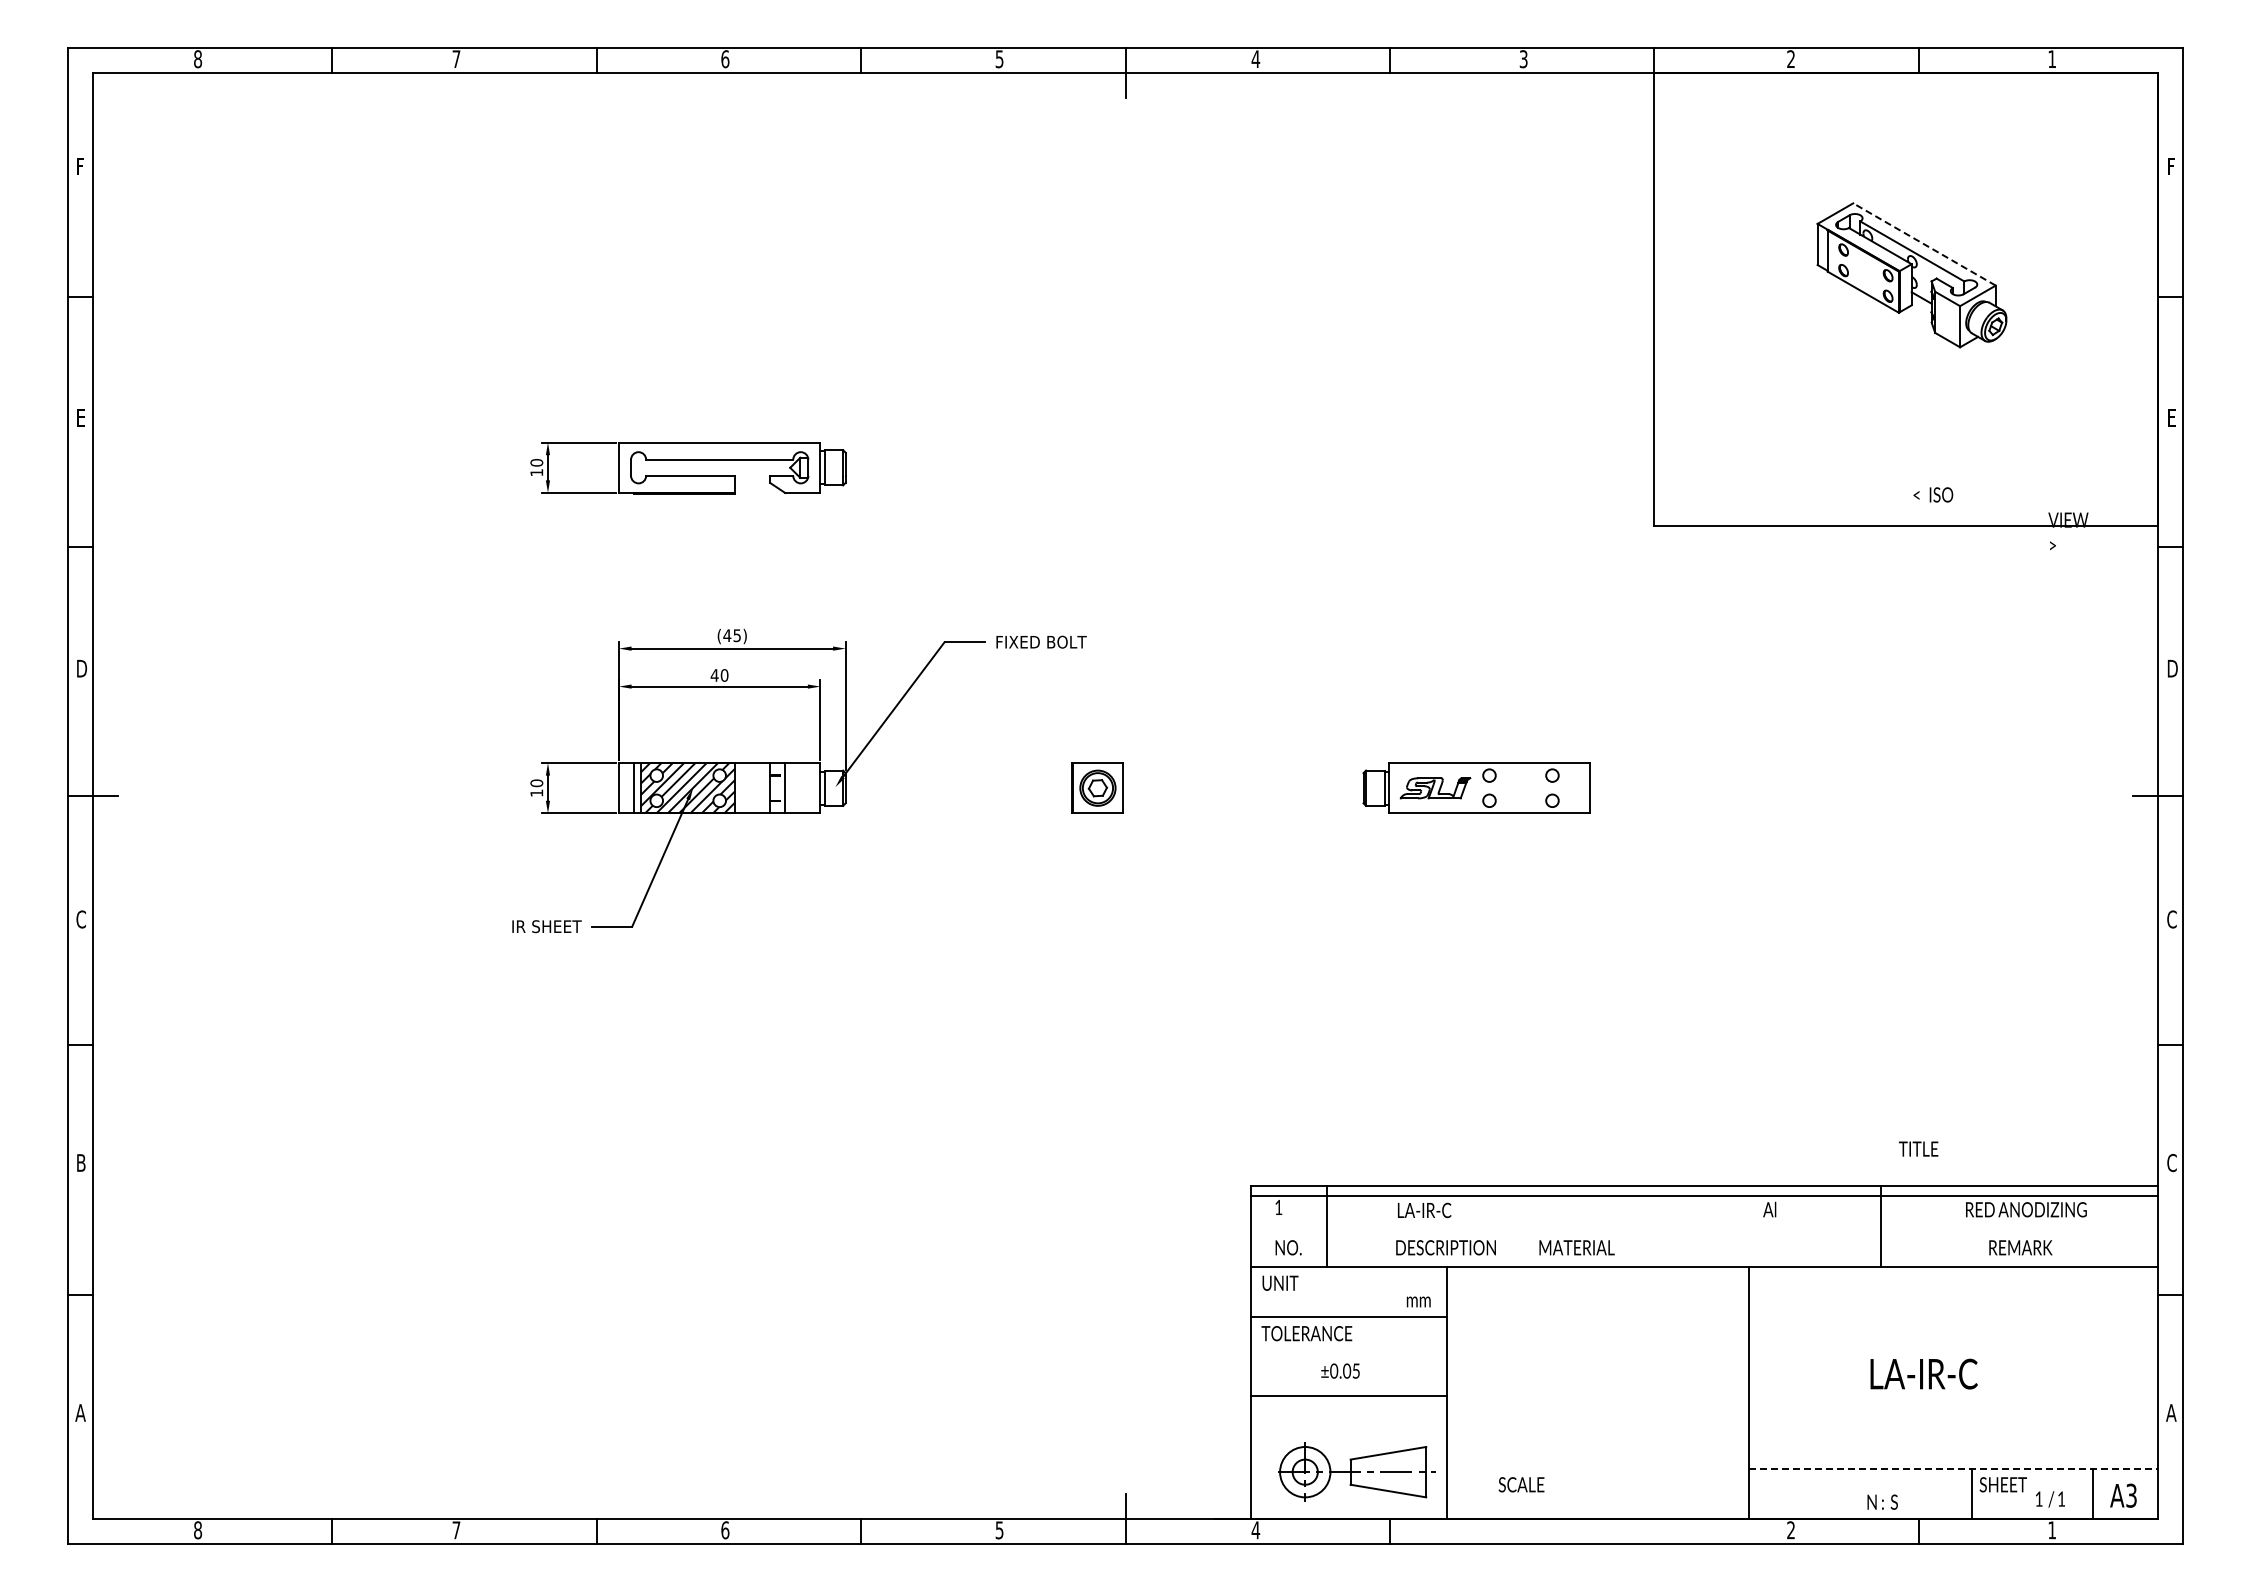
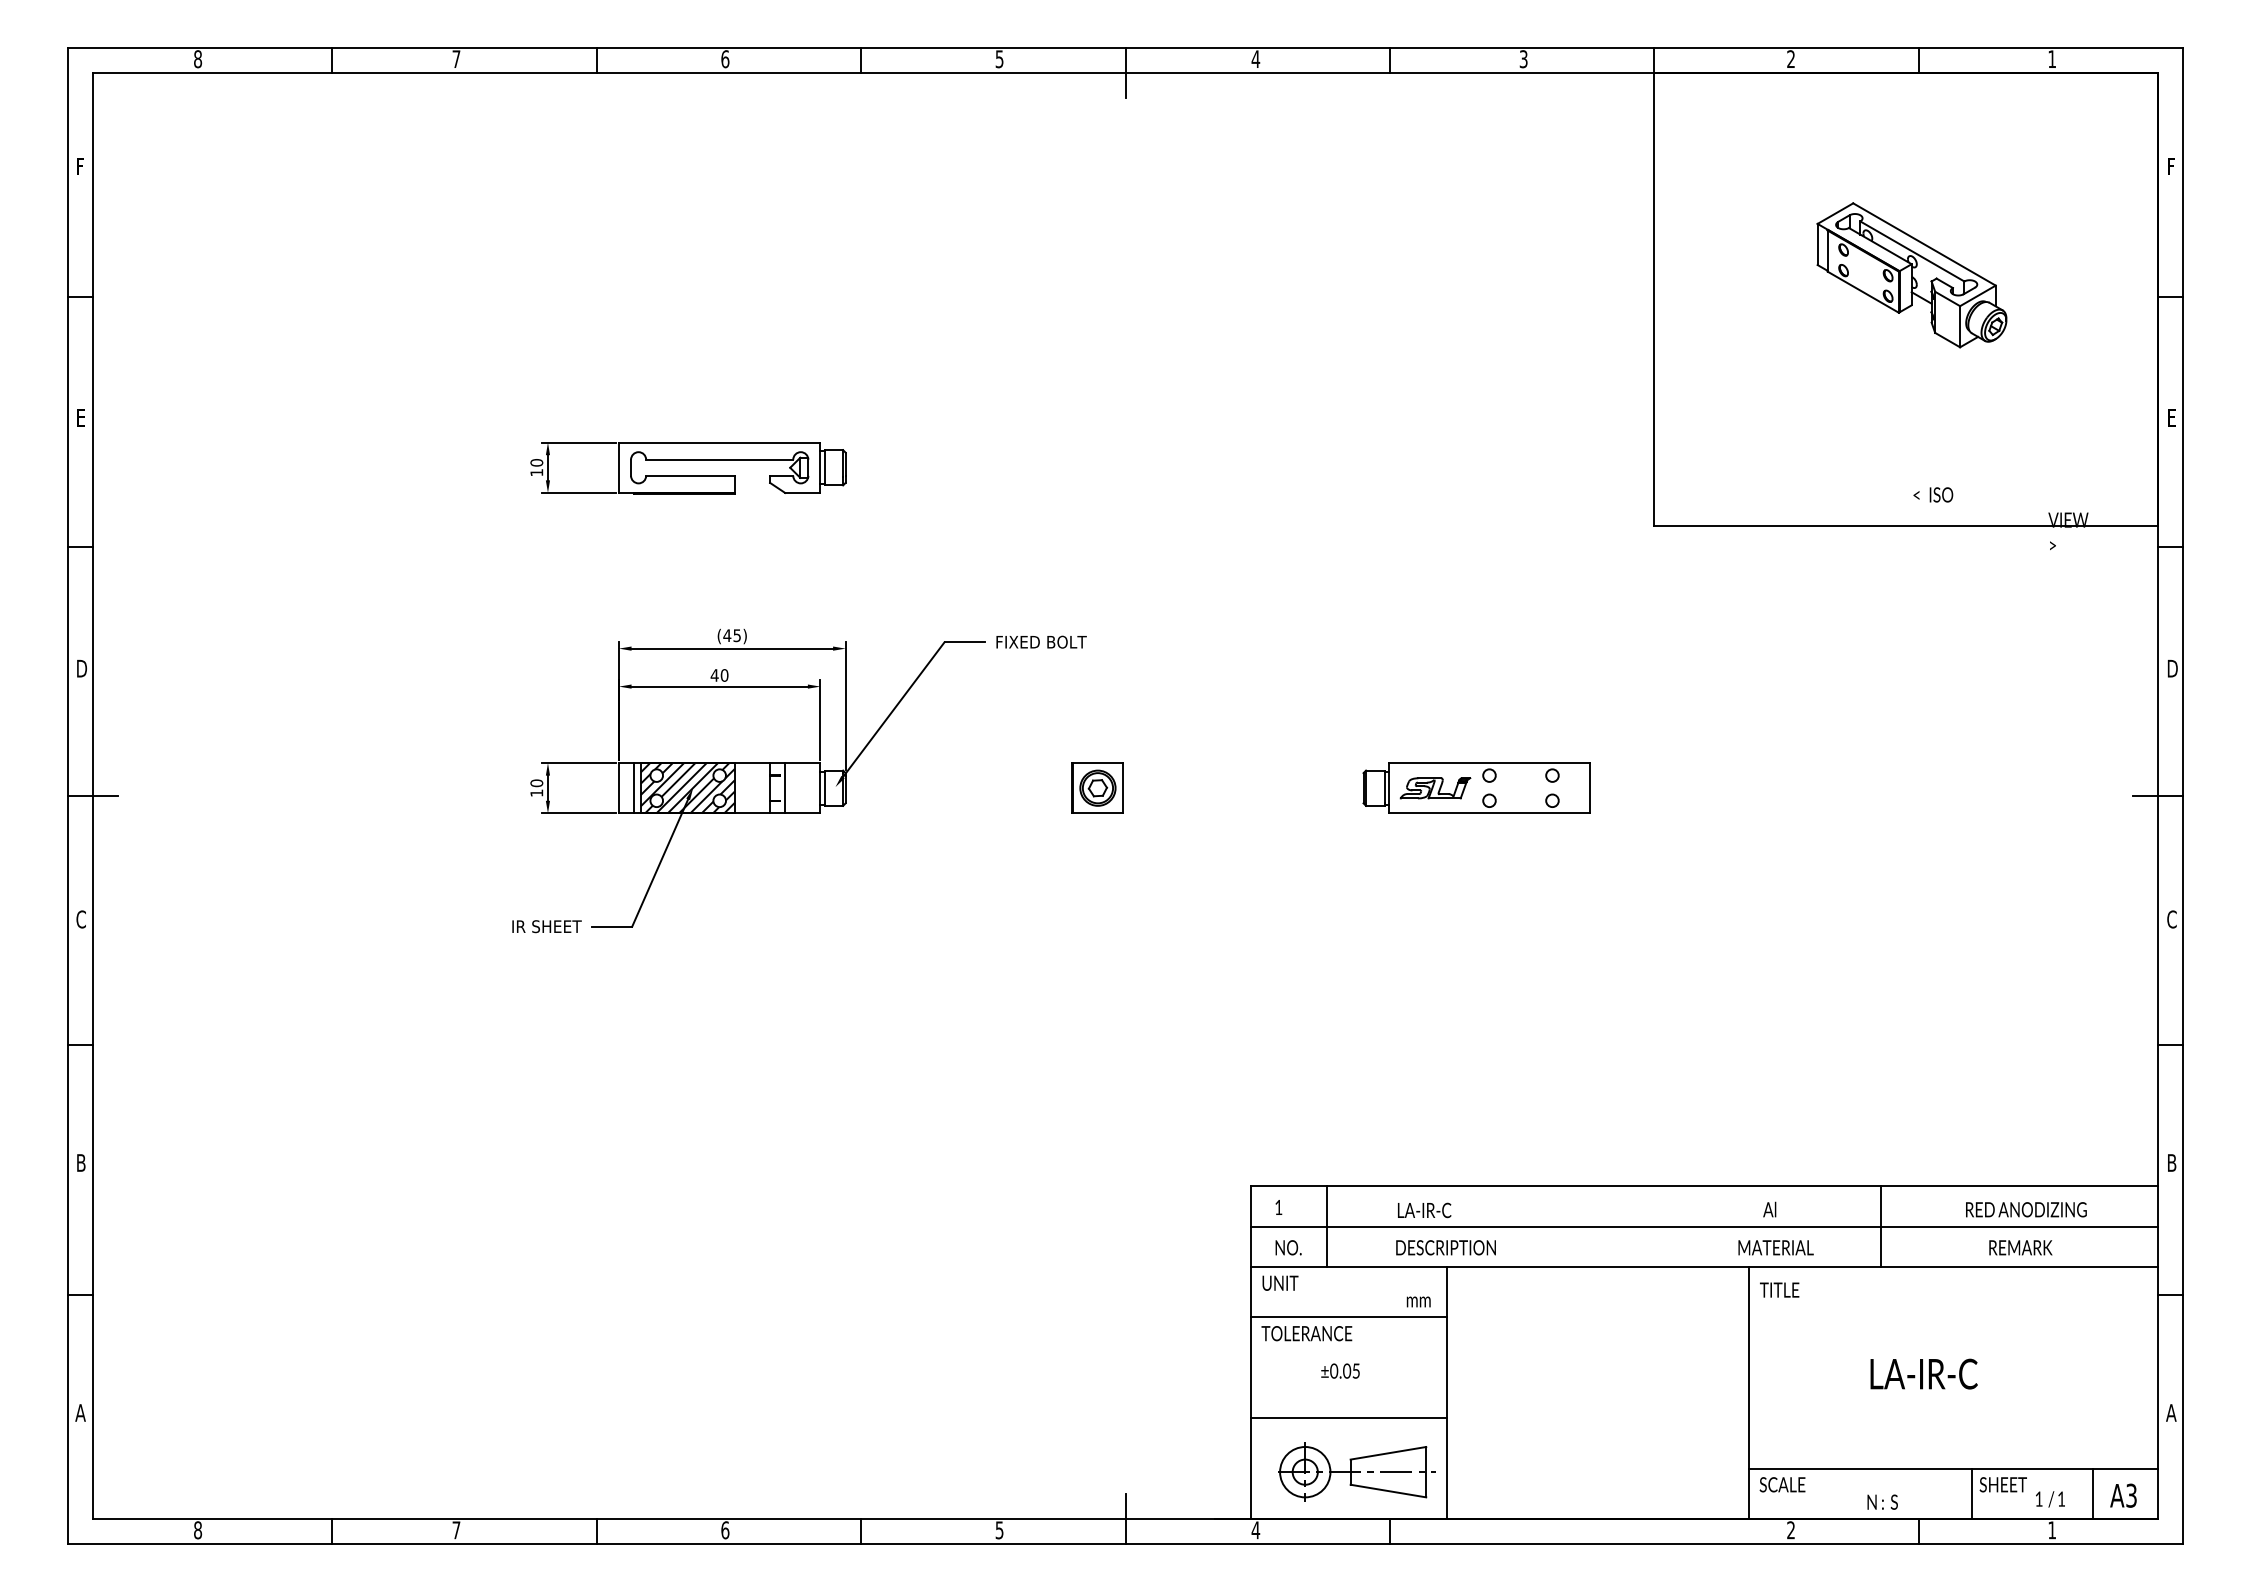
line at (1924, 244): dashed -> solid
text at (1918, 1148) position: (1918, 1148) -> (1779, 1289)
text at (2171, 1163): C -> B
line at (1704, 1195) position: (1704, 1195) -> (1704, 1226)
text at (1576, 1247) position: (1576, 1247) -> (1775, 1247)
line at (1348, 1396) position: (1348, 1396) -> (1348, 1418)
line at (1953, 1468): dashed -> solid
text at (1521, 1484) position: (1521, 1484) -> (1782, 1484)
